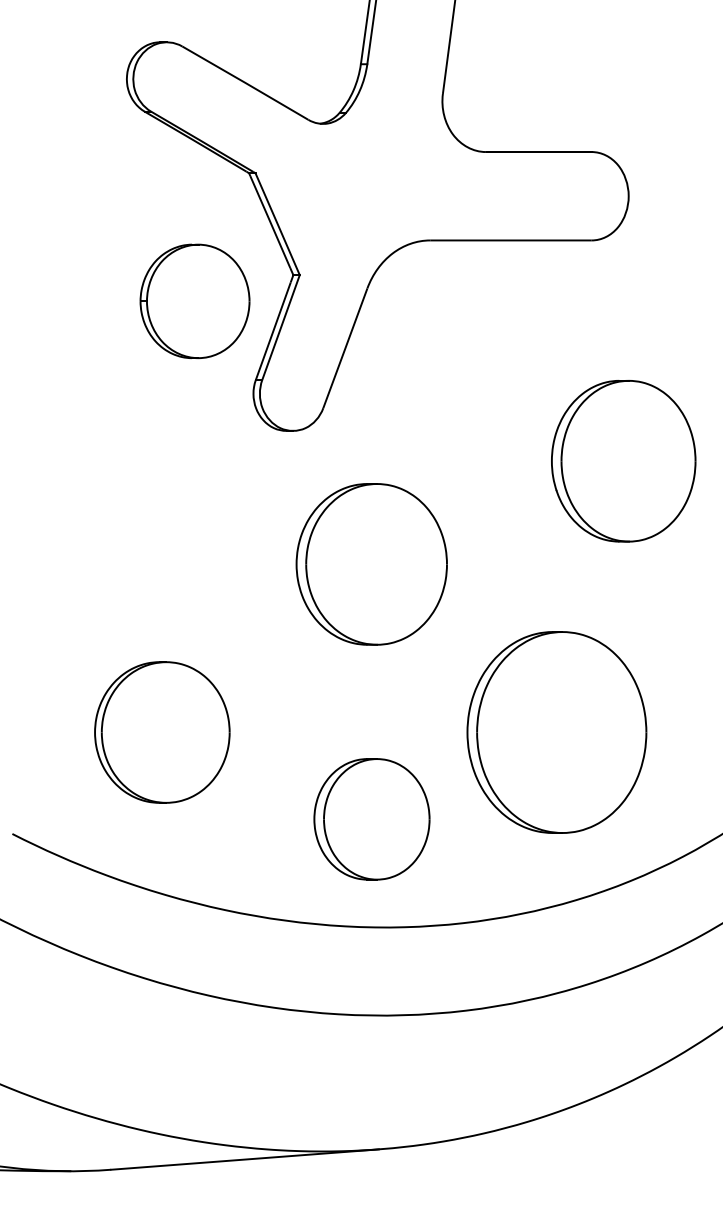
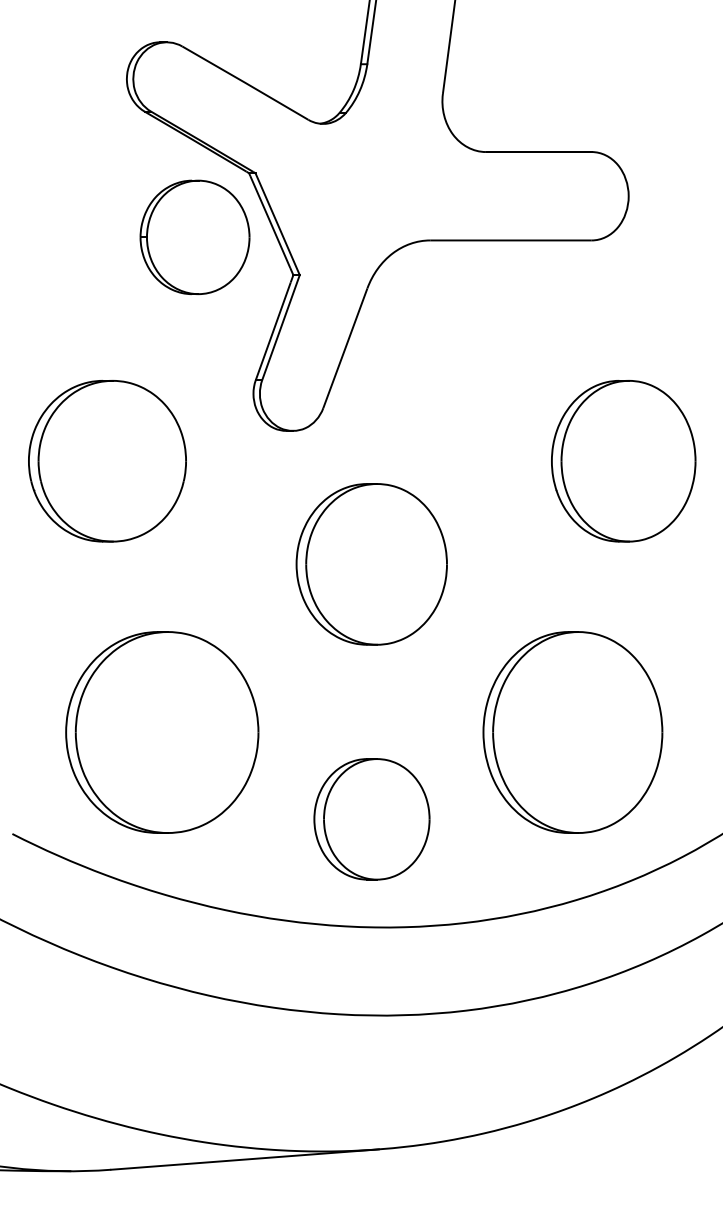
part at (194, 300) position: (194, 300) -> (194, 236)
part at (107, 461): none -> present
part at (162, 732) size: 137x143 px -> 195x203 px
part at (556, 732) position: (556, 732) -> (572, 732)
